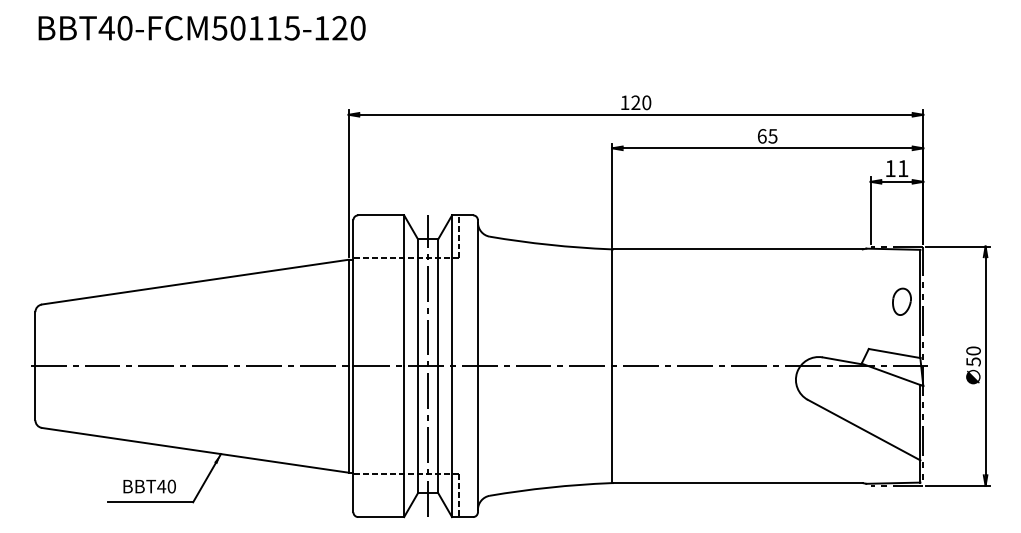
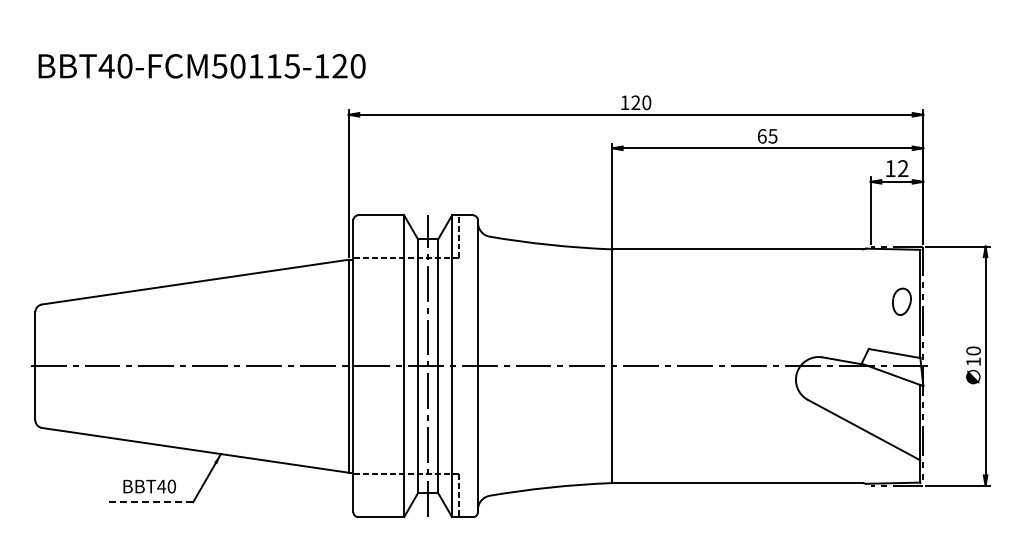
text at (201, 28) position: (201, 28) -> (201, 66)
text at (903, 168): 11 -> 12
text at (973, 361): 50 -> 10
line at (150, 502): solid -> dashed
